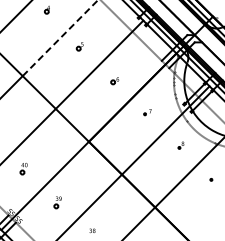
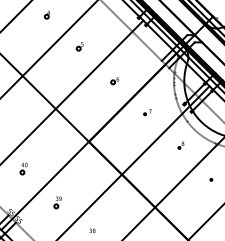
part at (46, 9) position: (46, 9) -> (46, 14)
line at (60, 37): dashed -> solid
line at (206, 221): none -> present
